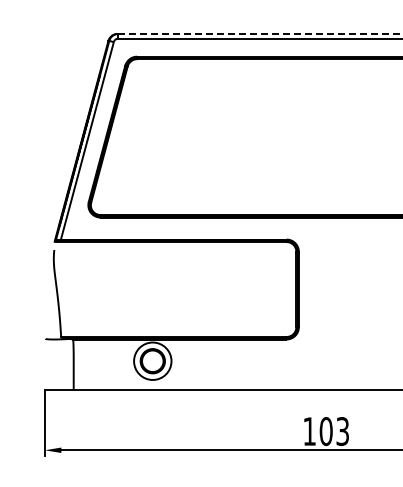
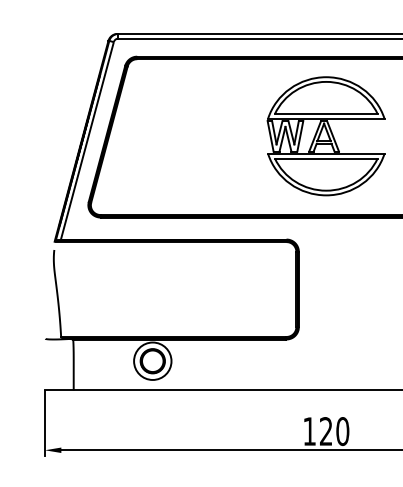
line at (260, 33): dashed -> solid
part at (325, 136): none -> present
text at (334, 431): 103 -> 120
